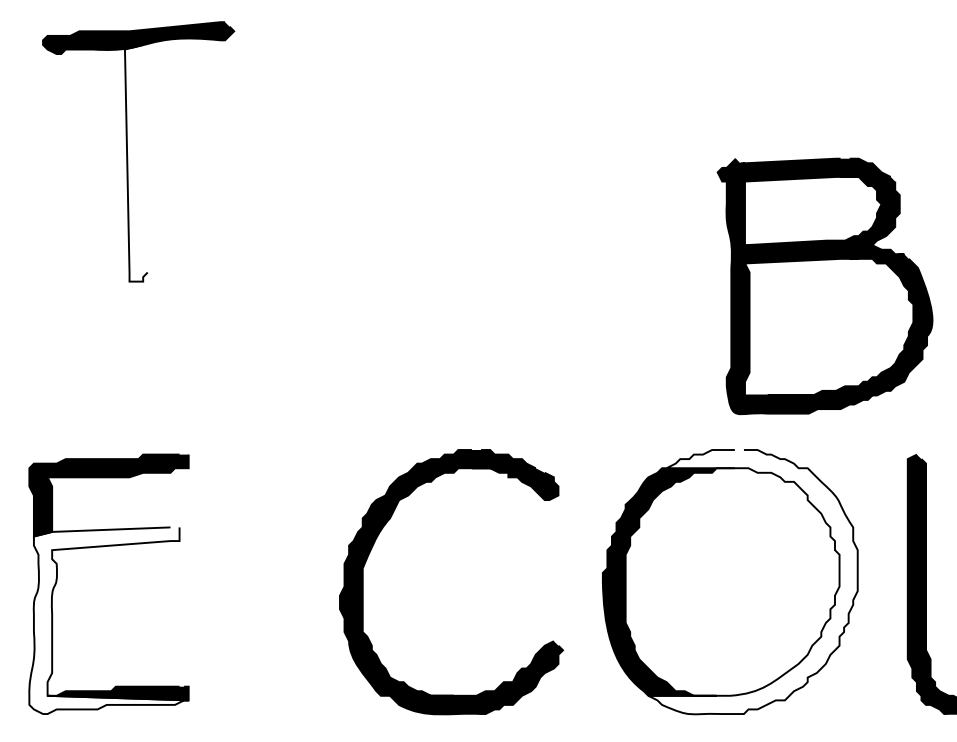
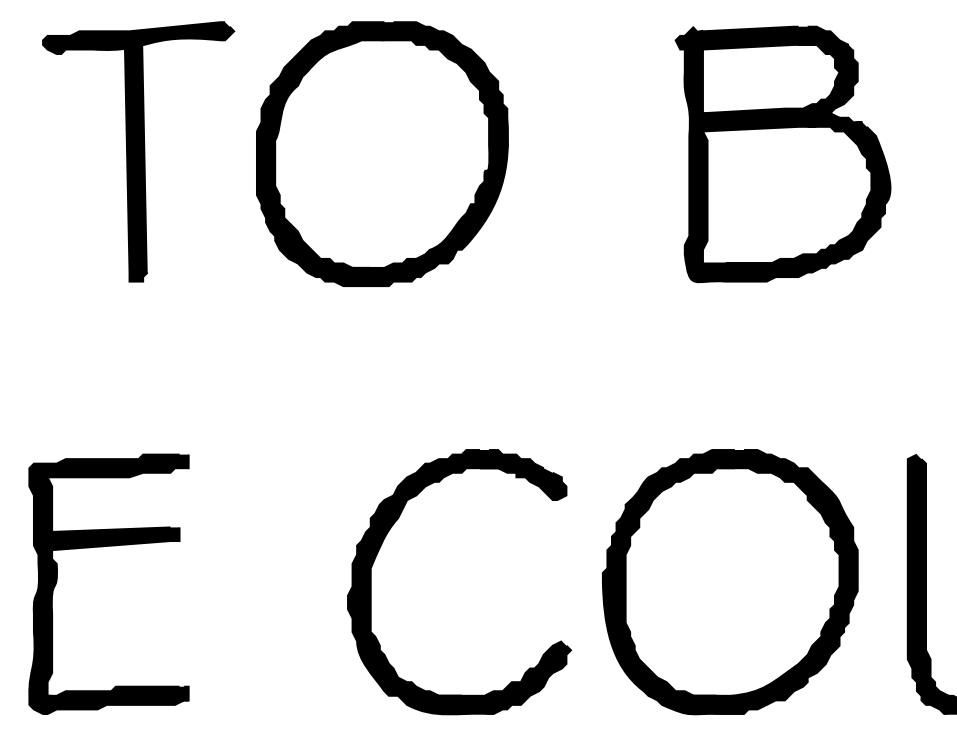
part at (382, 153): none -> present
fill at (135, 162): none -> present
part at (824, 286) position: (824, 286) -> (782, 154)
part at (374, 544) position: (374, 544) -> (382, 544)
fill at (752, 582): none -> present
fill at (108, 620): none -> present
